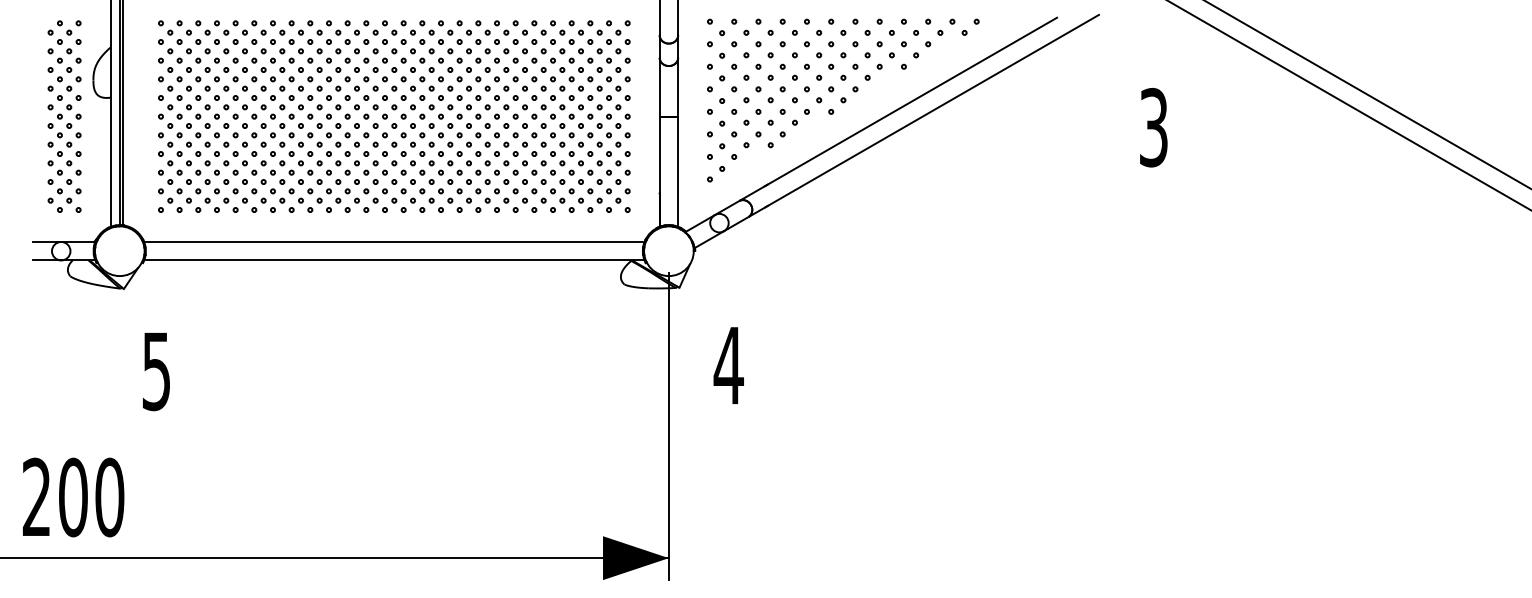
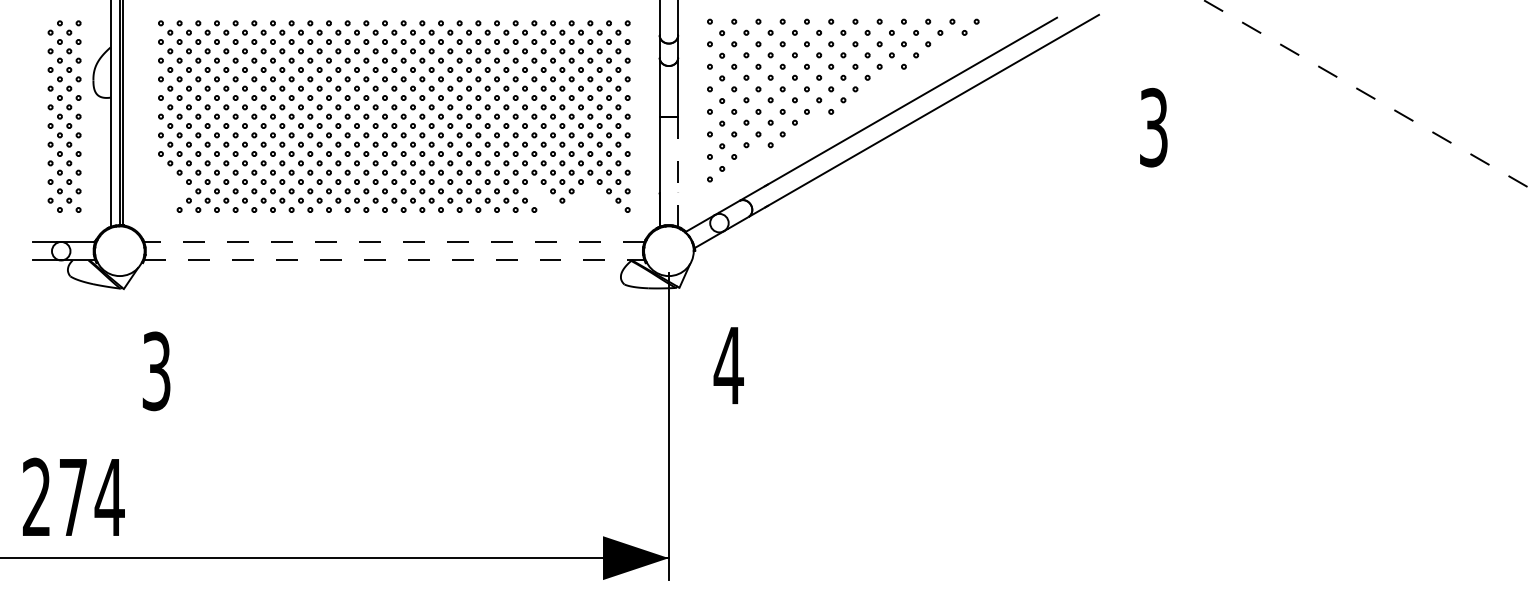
line at (1367, 94): solid -> dashed
line at (1349, 105): present -> none
line at (678, 171): solid -> dashed
part at (170, 190): present -> none
part at (543, 200): present -> none
part at (589, 200): present -> none
line at (393, 241): solid -> dashed
line at (394, 260): solid -> dashed
text at (156, 370): 5 -> 3
text at (91, 497): 200 -> 274
